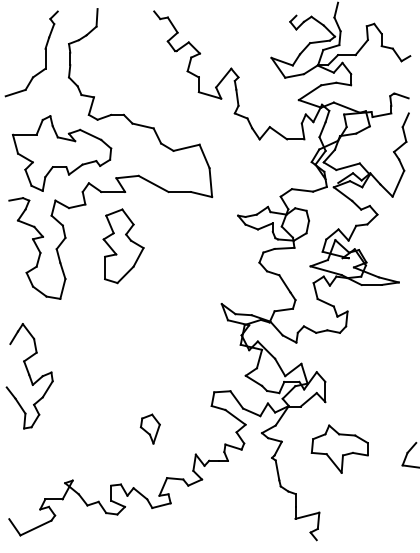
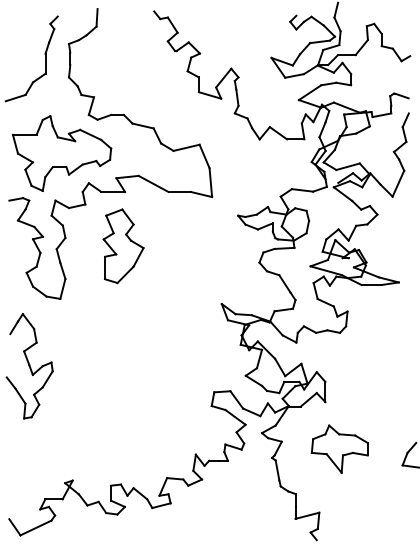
part at (44, 49) position: (44, 49) -> (44, 54)
part at (29, 376) position: (29, 376) -> (29, 366)
part at (149, 428): present -> none
